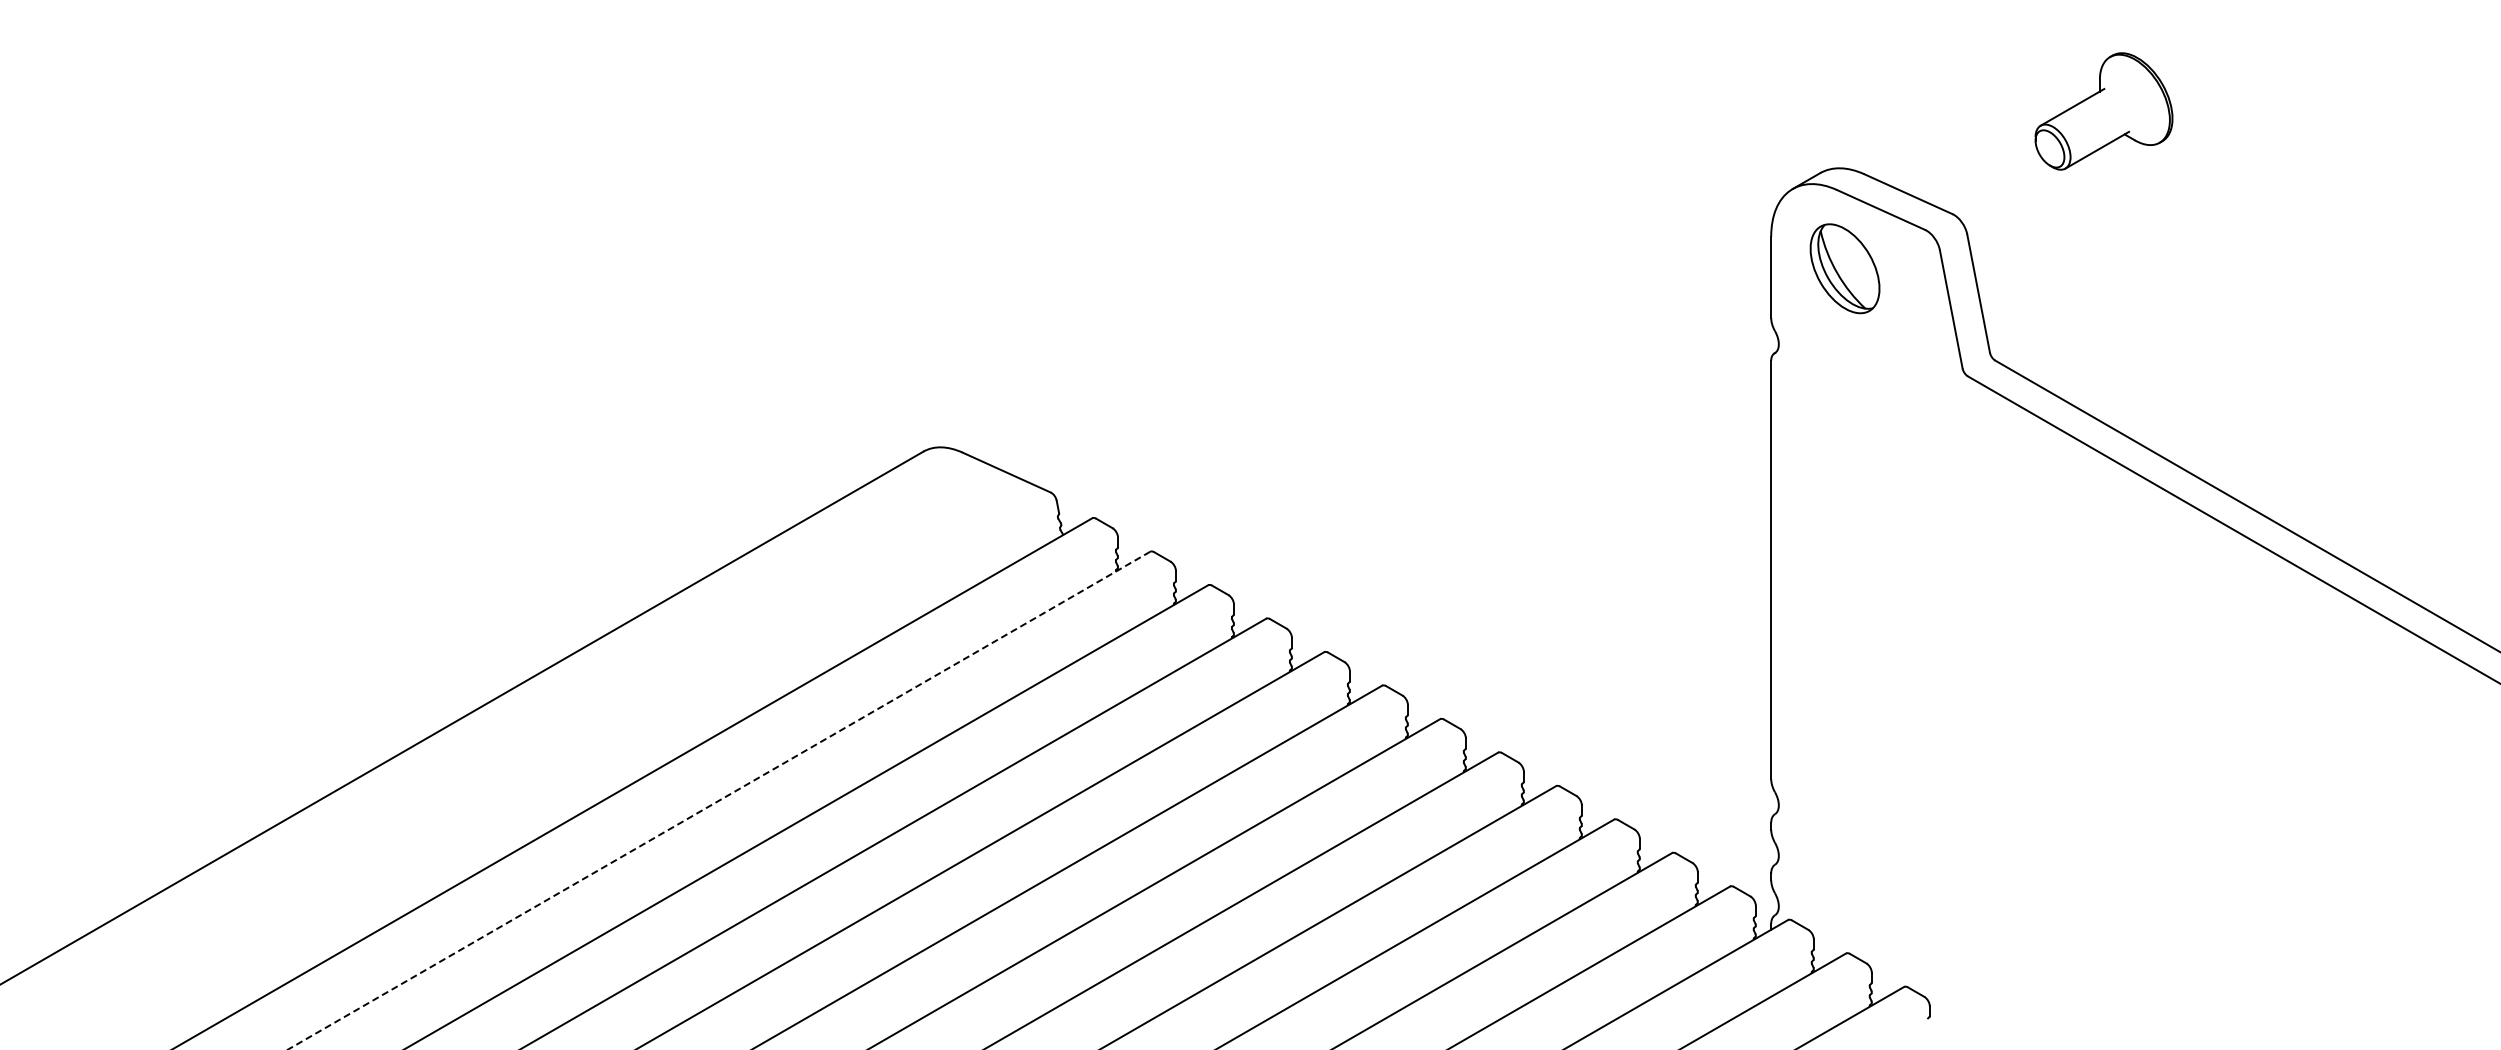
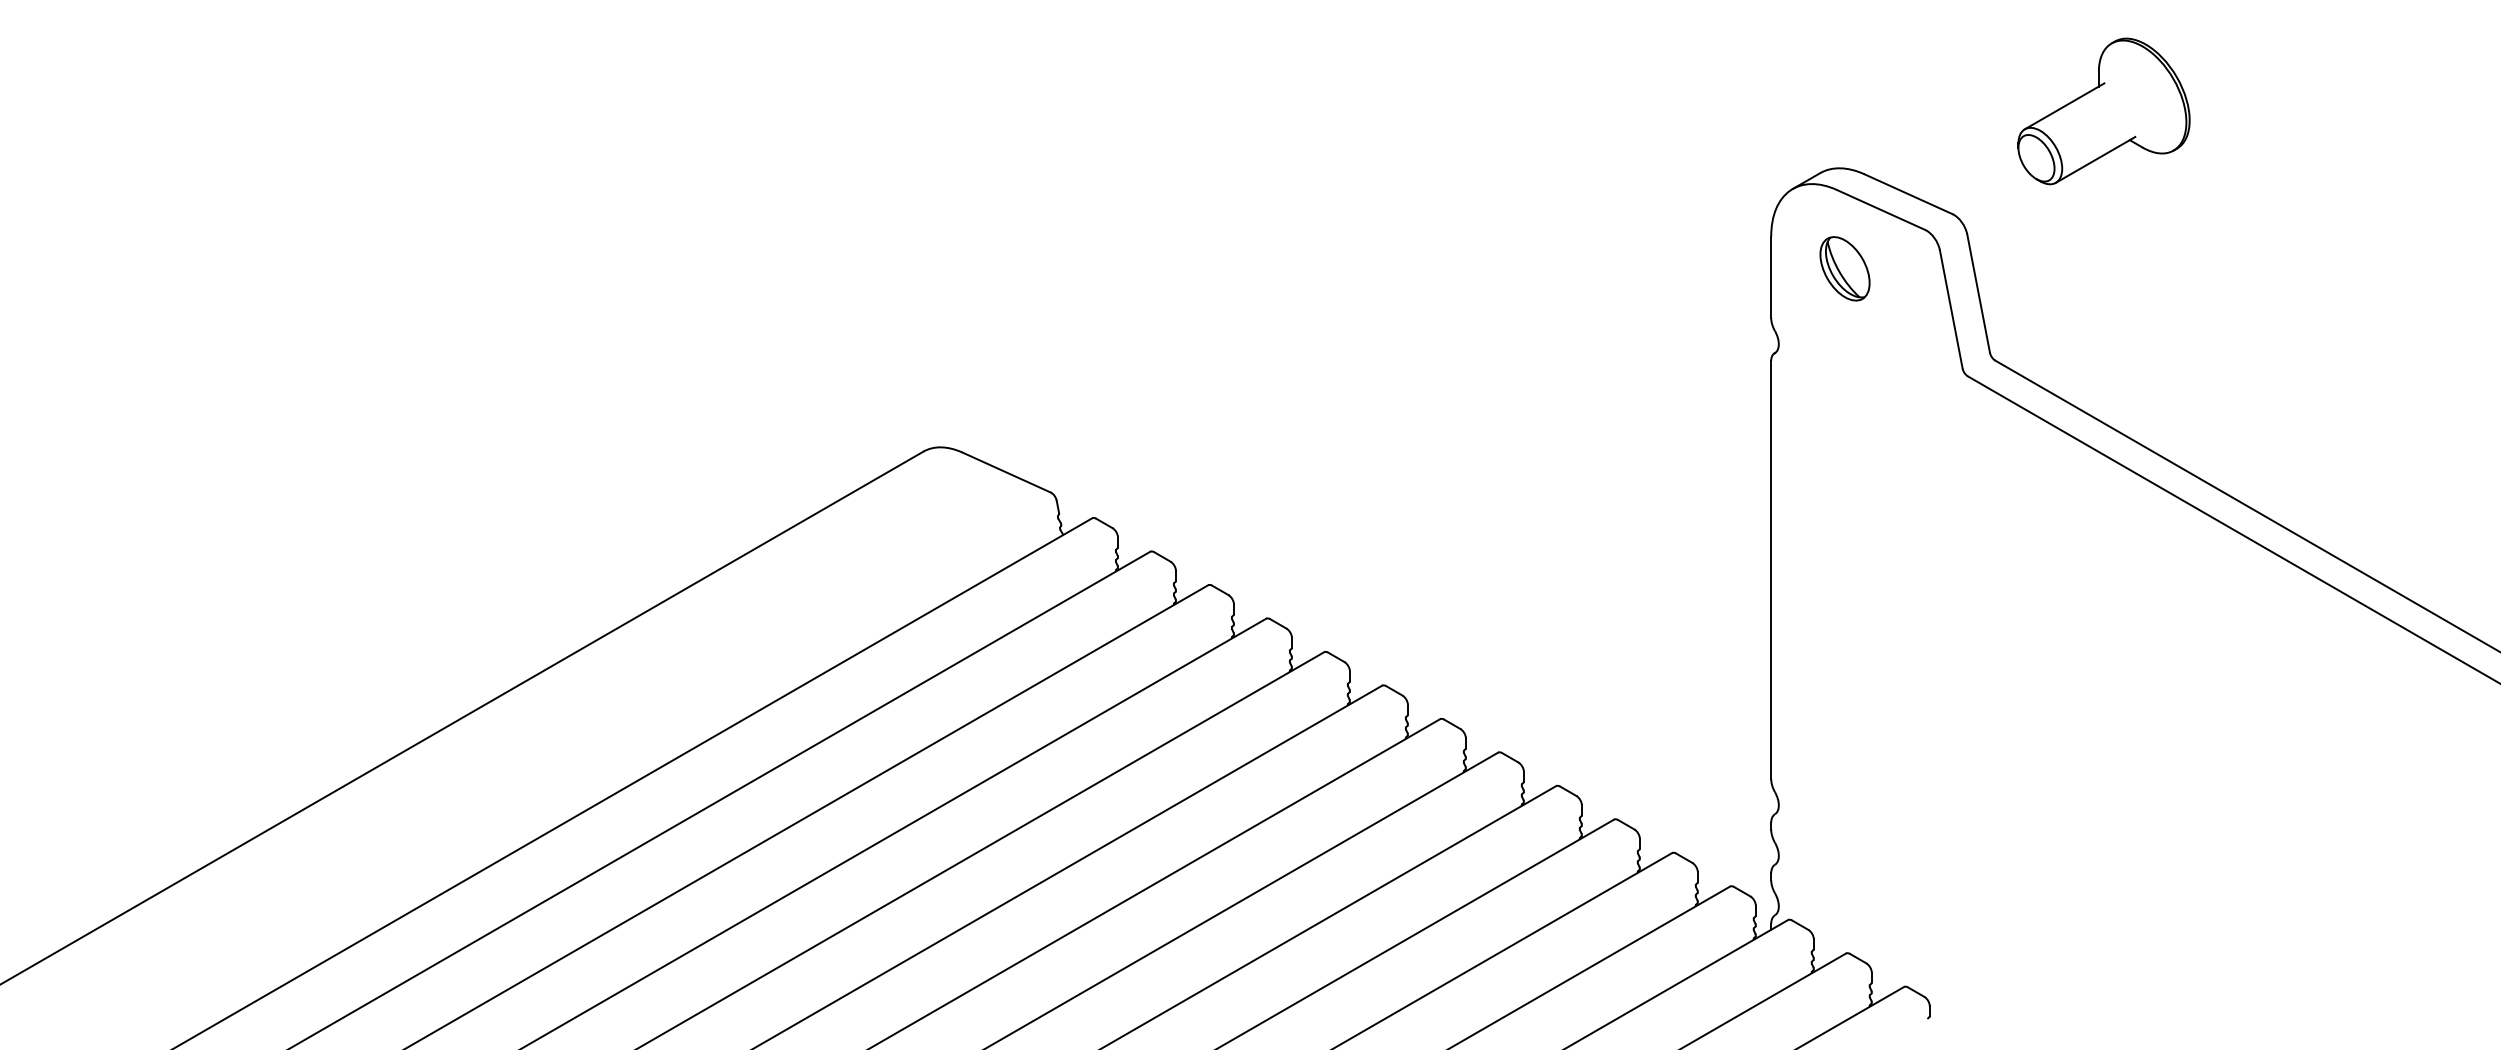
part at (2103, 111) size: 140x119 px -> 174x149 px
part at (1844, 268) size: 72x92 px -> 52x66 px
line at (718, 800): dashed -> solid
